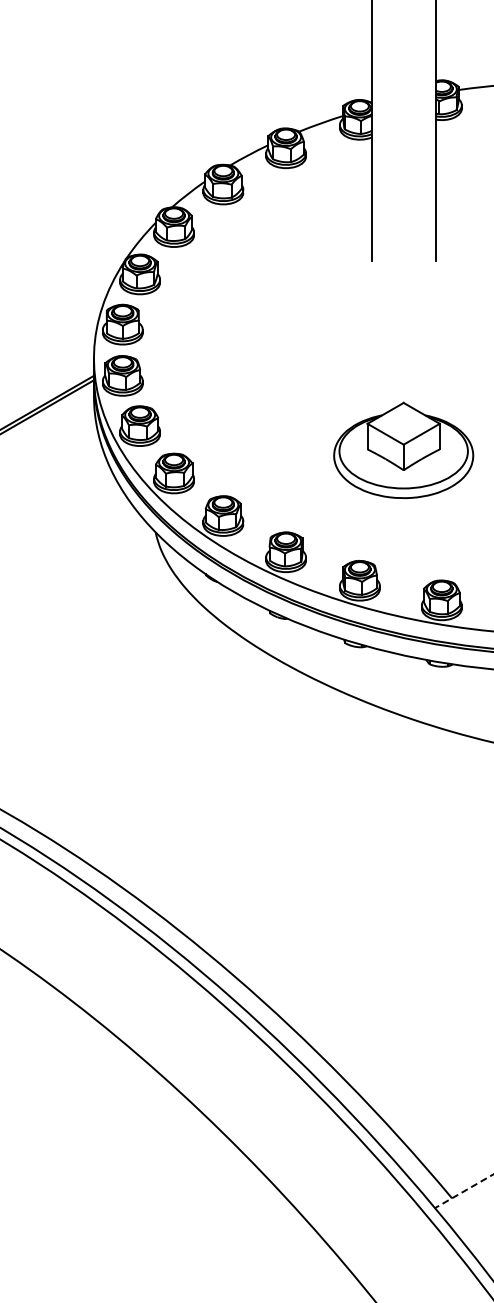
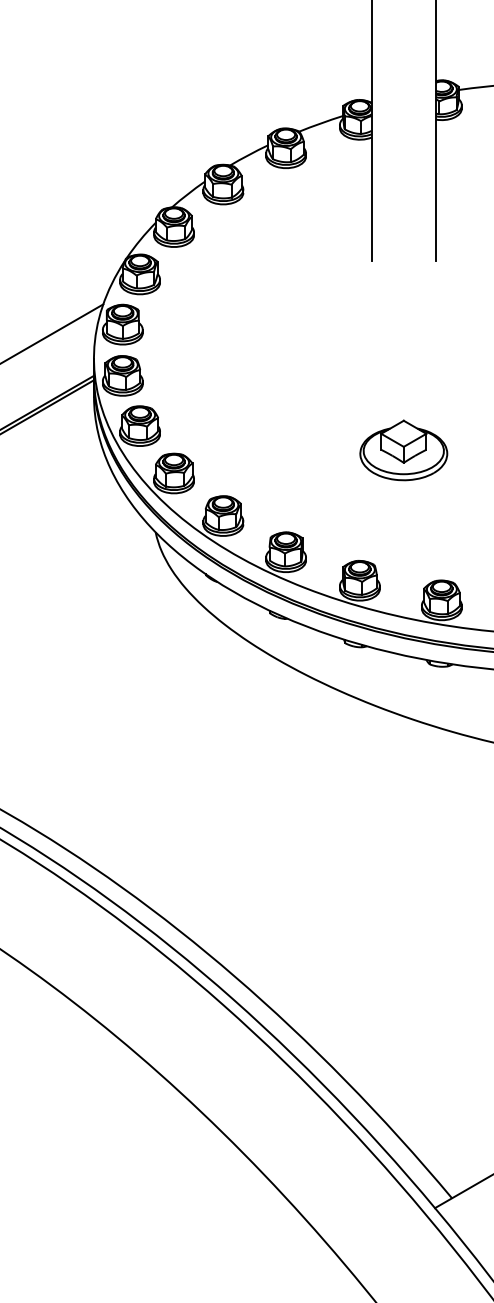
line at (52, 333): none -> present
part at (403, 450) size: 142x99 px -> 90x63 px
line at (464, 1191): dashed -> solid
